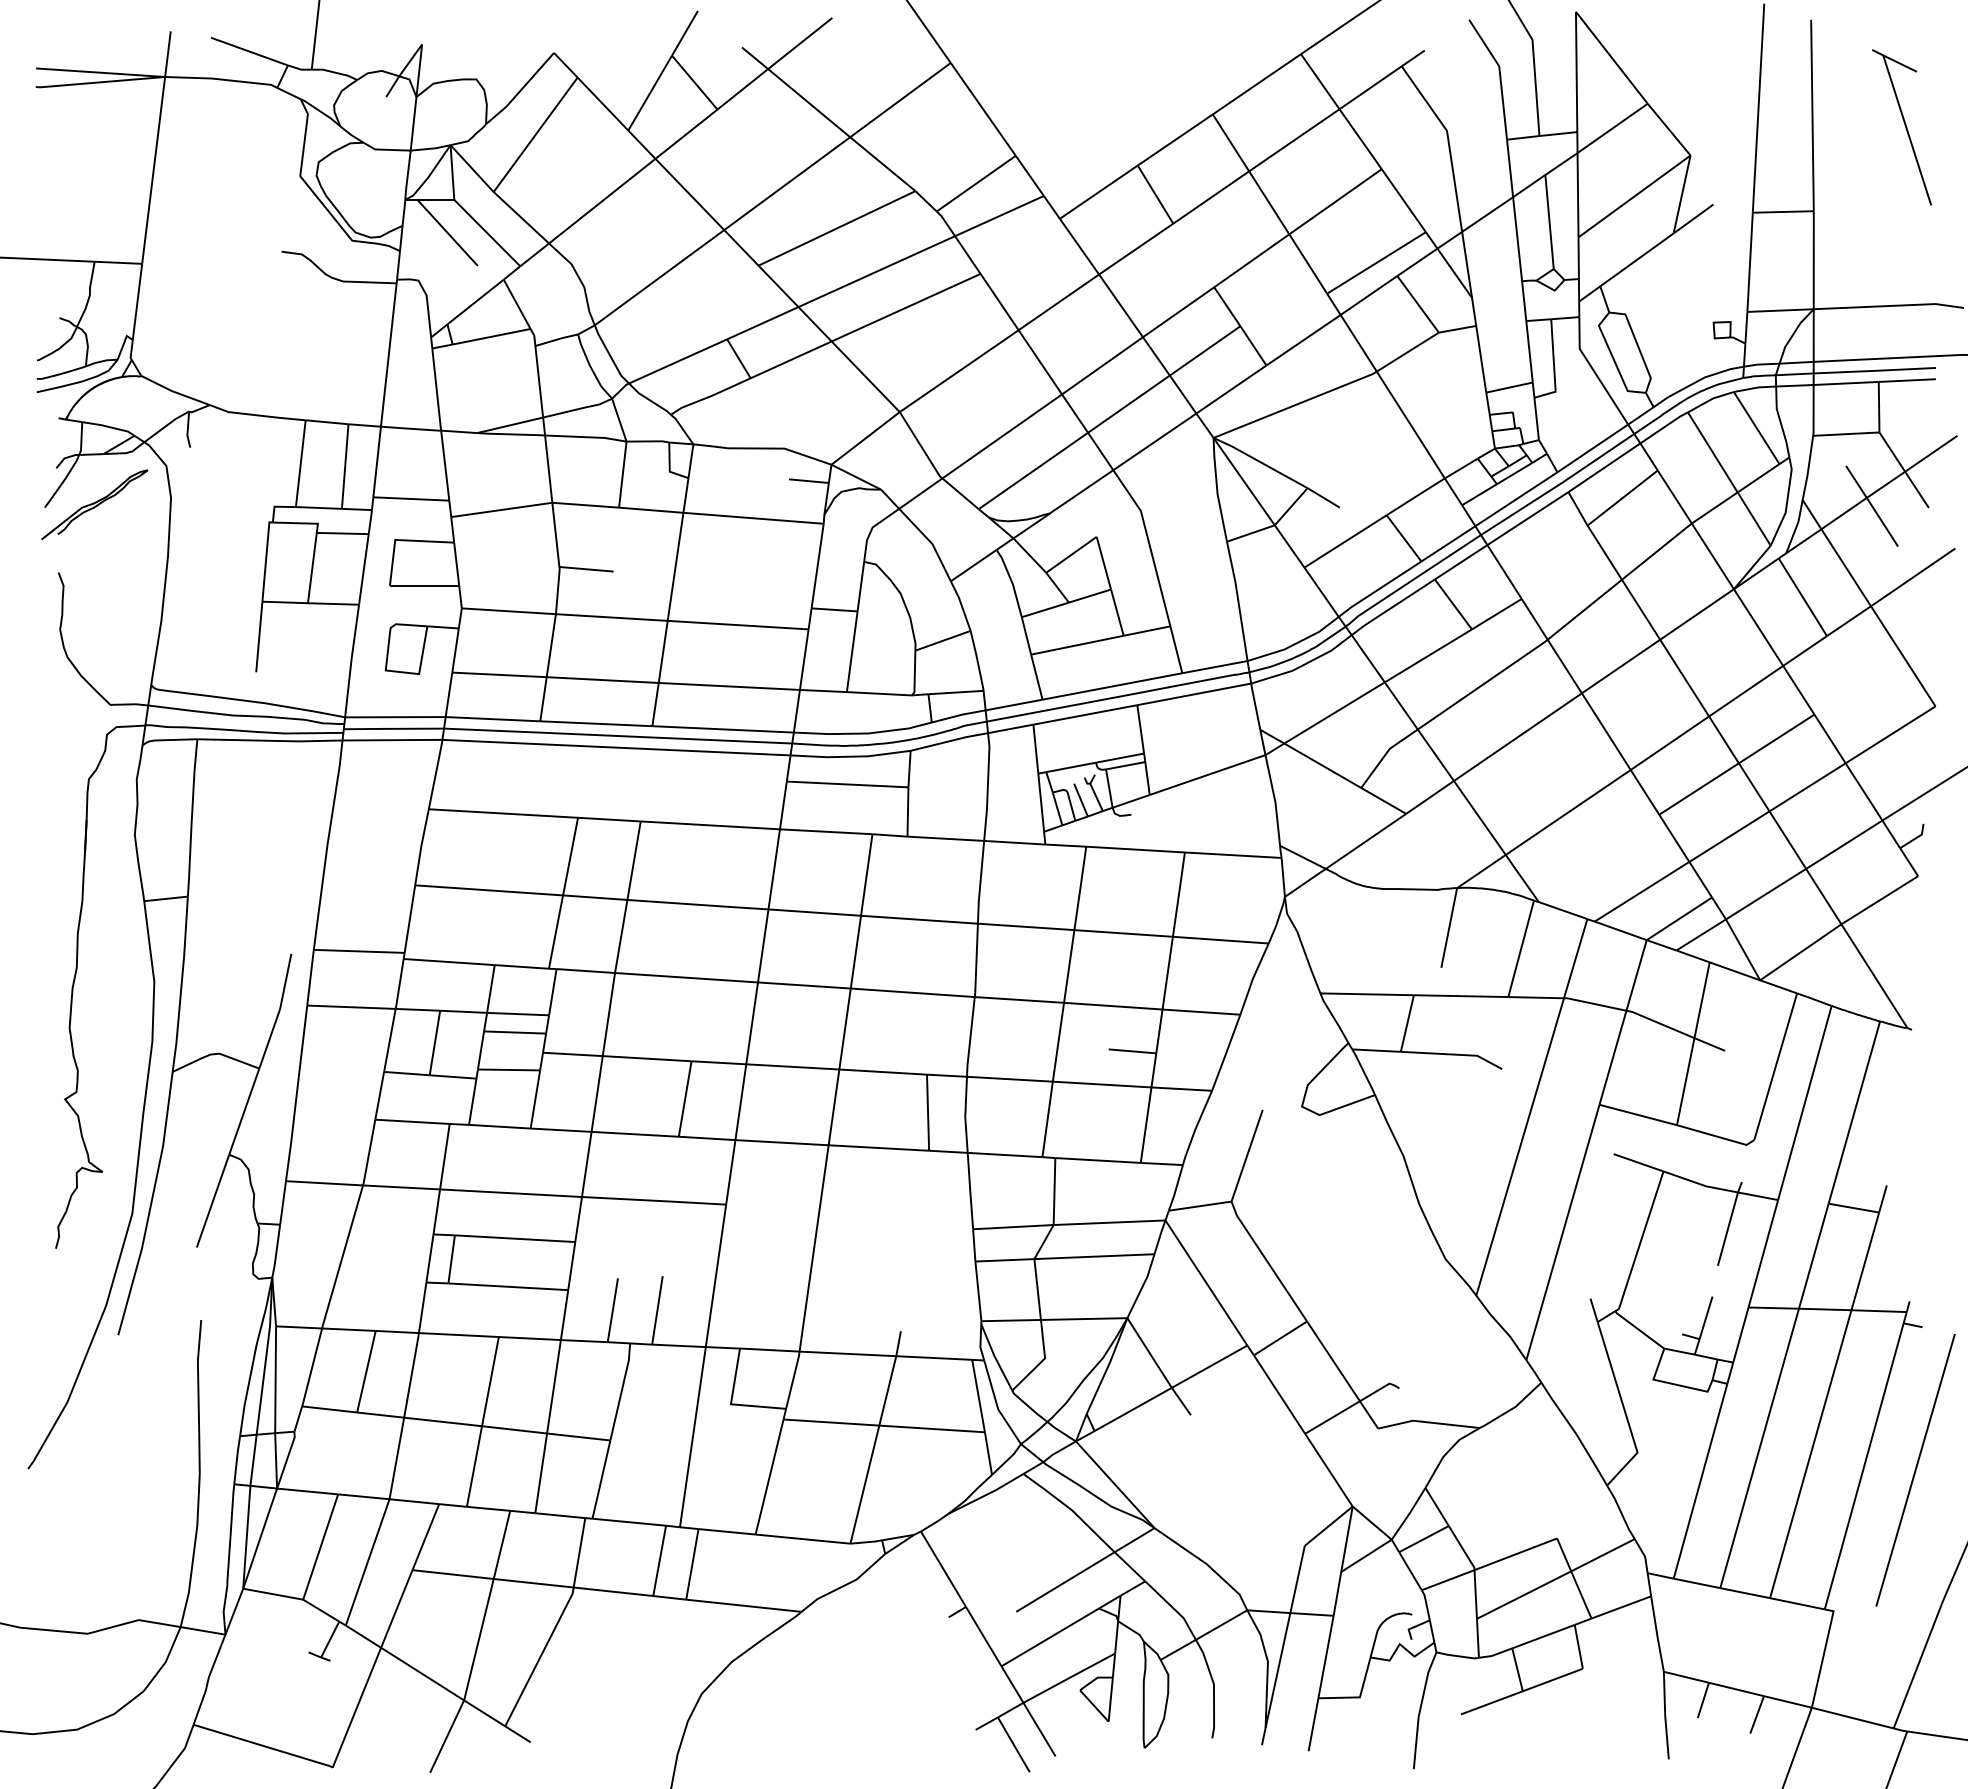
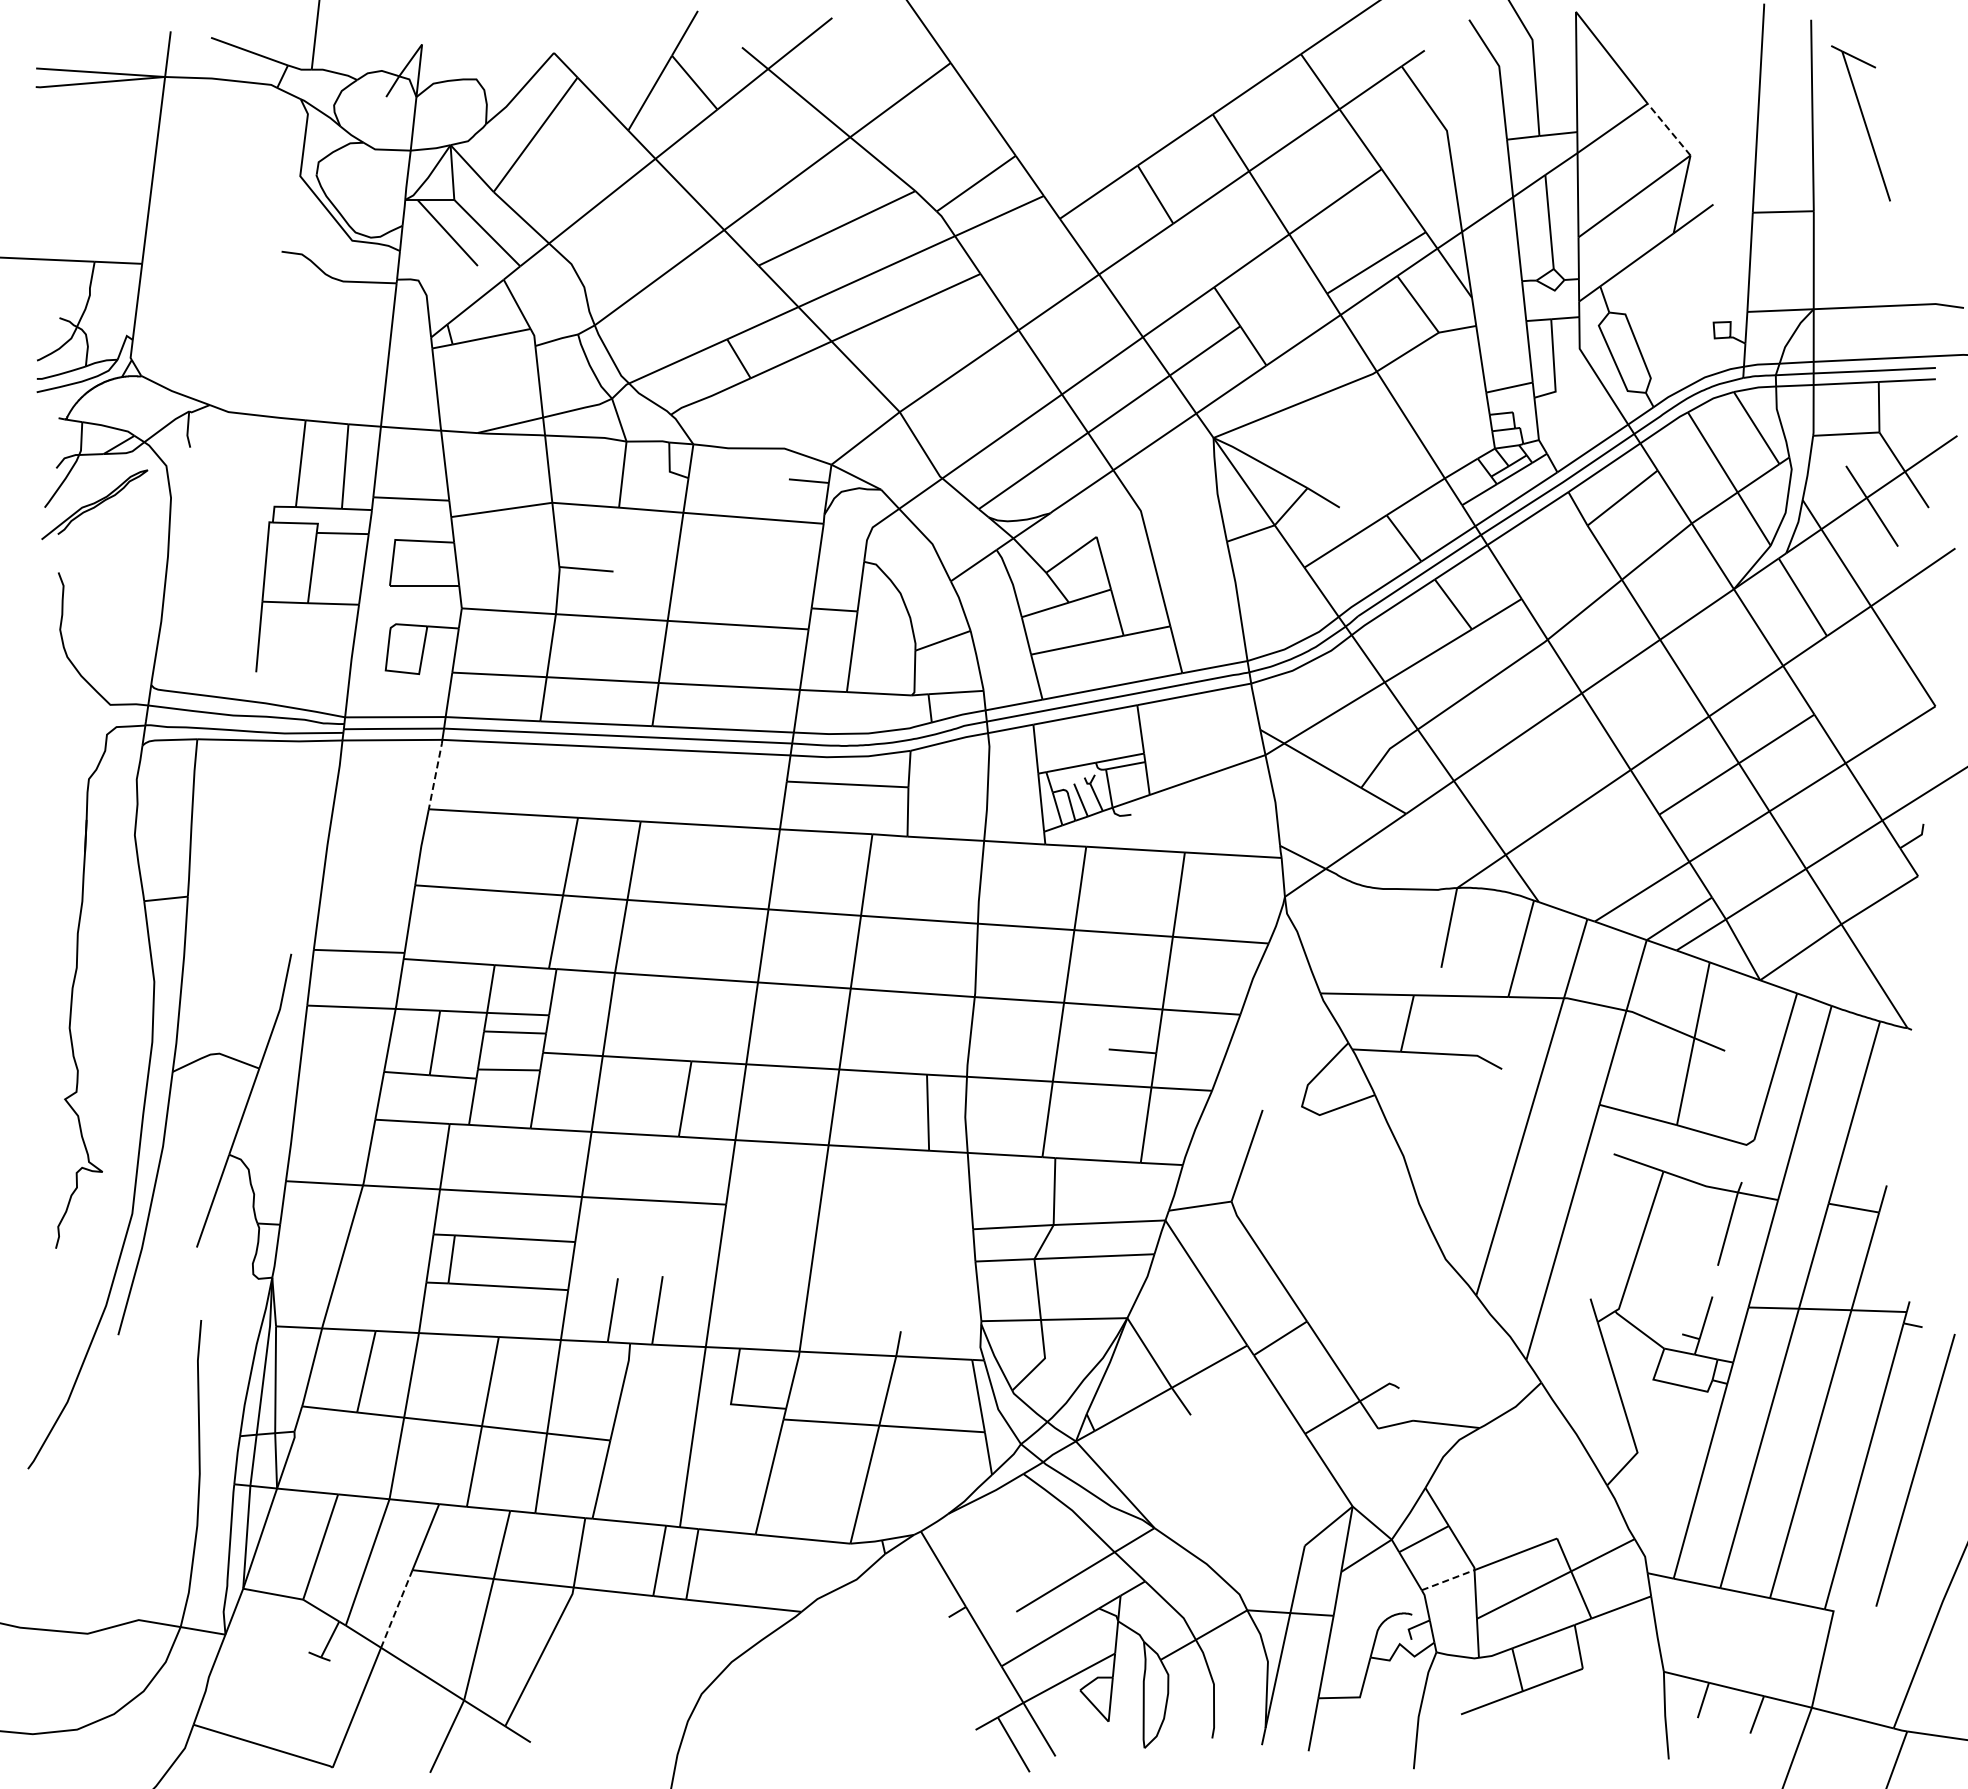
part at (1901, 127) position: (1901, 127) -> (1860, 123)
line at (1669, 129): solid -> dashed
line at (435, 774): solid -> dashed
line at (1448, 1580): solid -> dashed
line at (396, 1608): solid -> dashed
